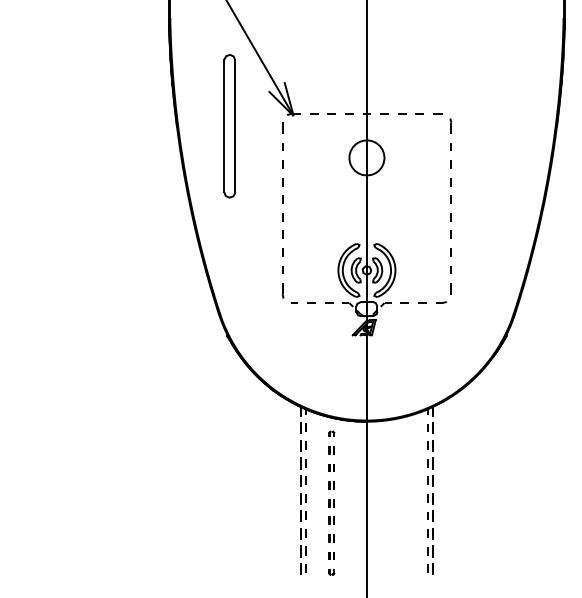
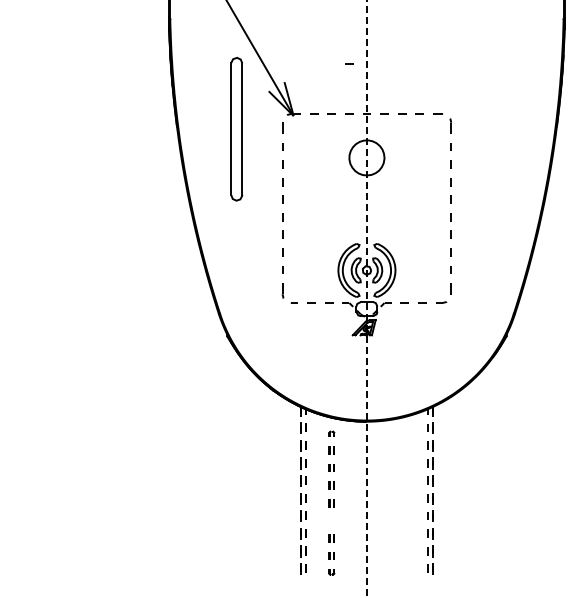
curve at (349, 63): none -> present
part at (229, 126) position: (229, 126) -> (236, 129)
line at (366, 299): solid -> dashed
part at (331, 520): present -> none
